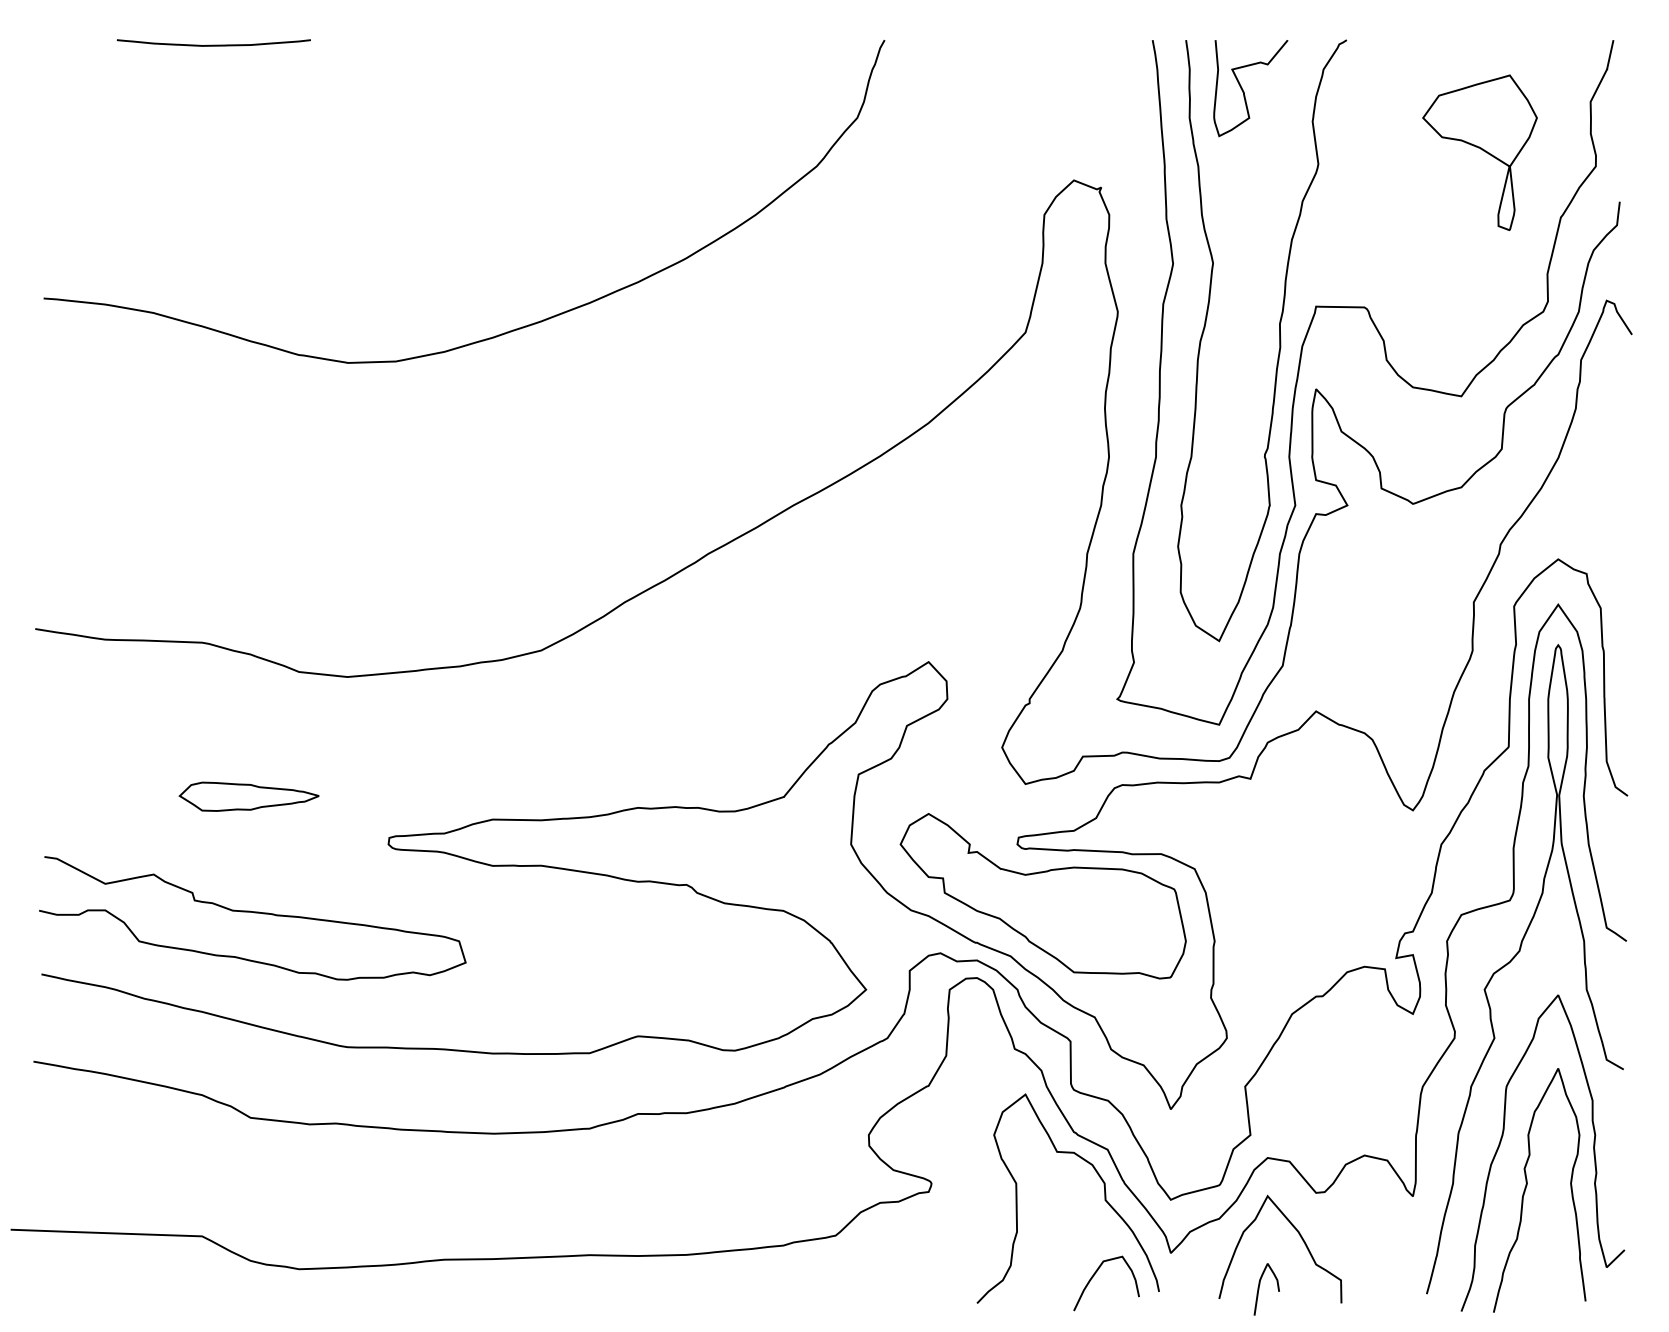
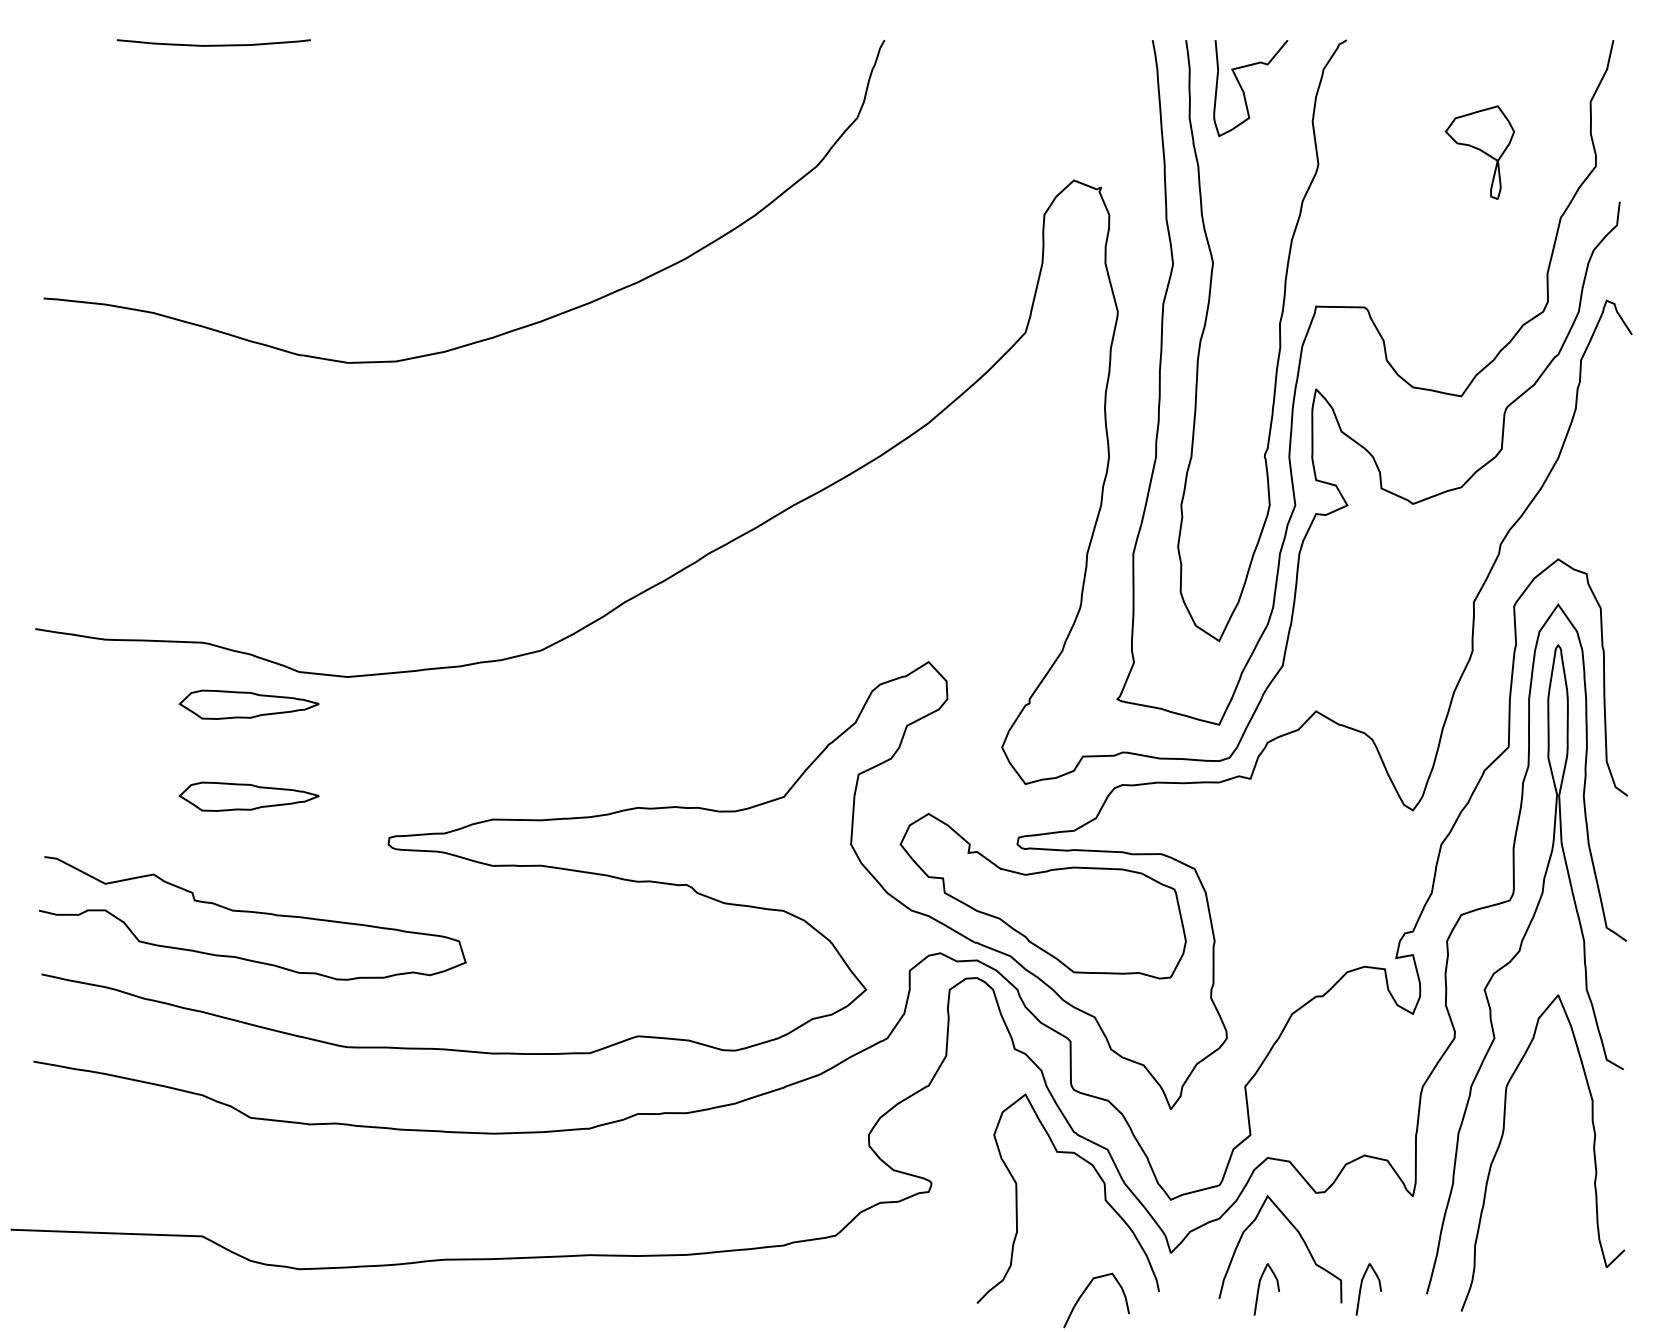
part at (1479, 152) size: 116x157 px -> 70x95 px
part at (248, 704): none -> present
curve at (1527, 1185): present -> none
curve at (1096, 1273) position: (1096, 1273) -> (1086, 1290)
curve at (1361, 1289): none -> present
